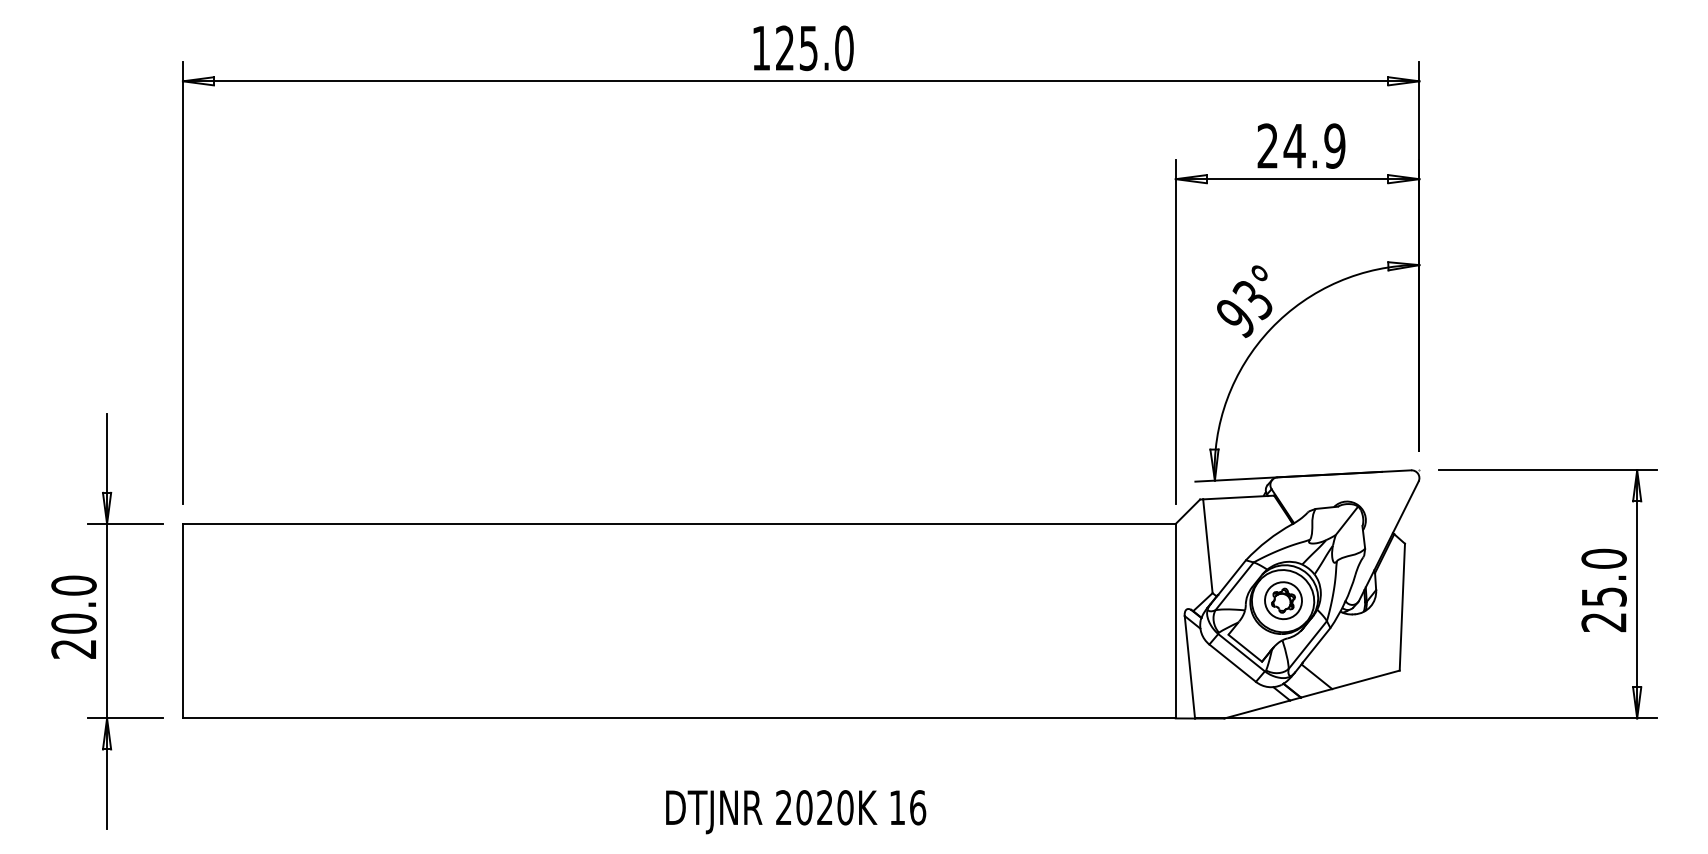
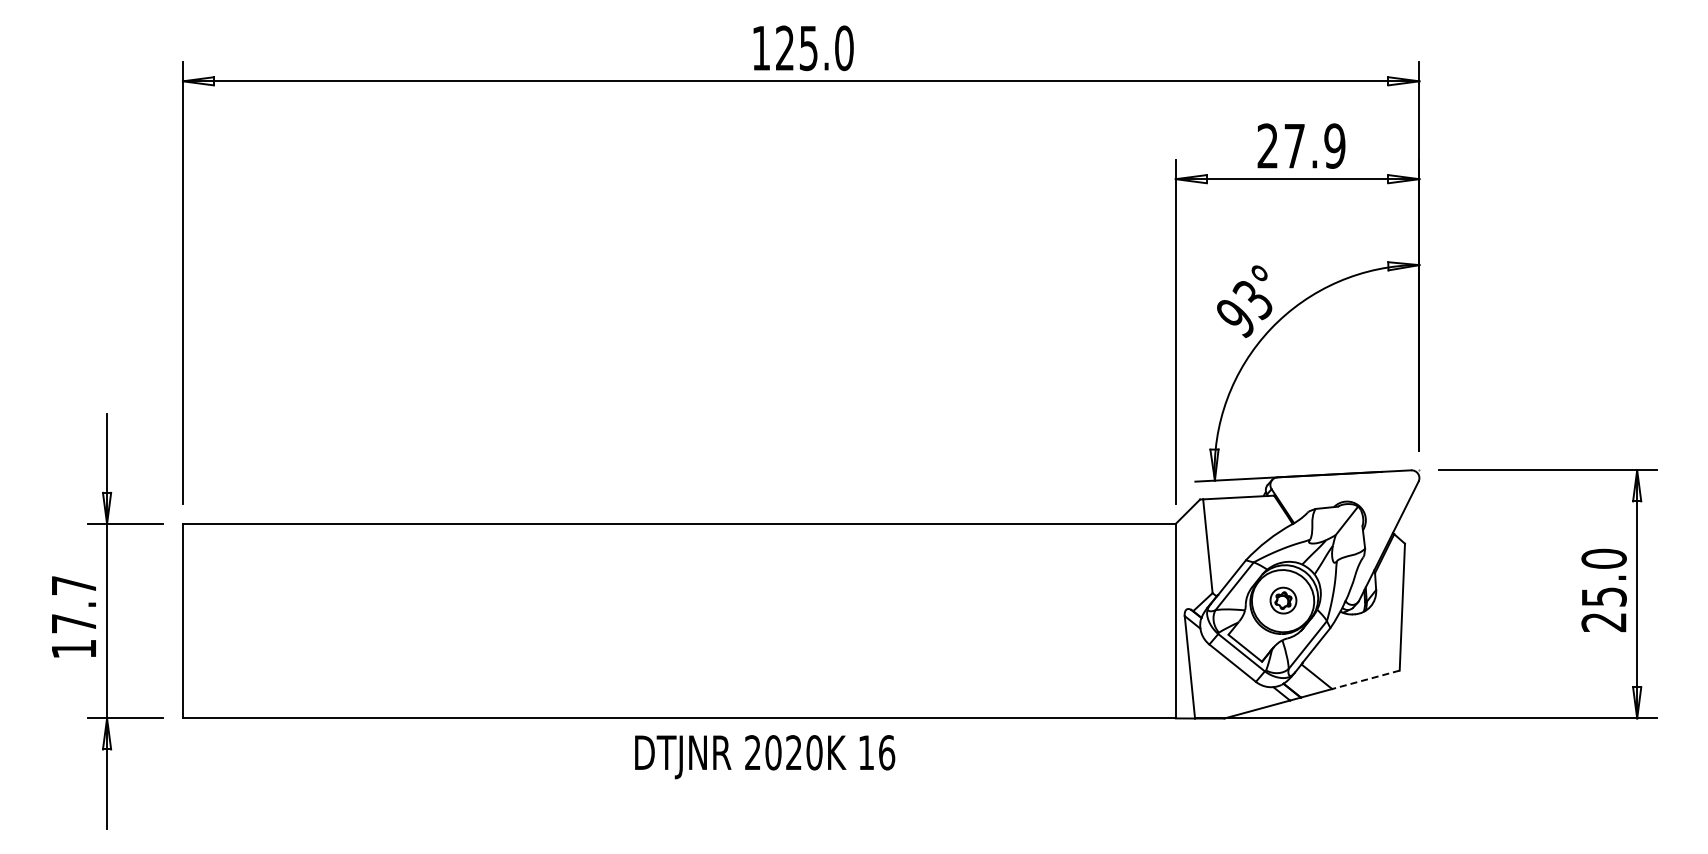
text at (1294, 146): 24.9 -> 27.9
part at (1283, 600) size: 39x39 px -> 29x29 px
text at (73, 616): 20.0 -> 17.7
line at (1365, 679): solid -> dashed
text at (796, 812) position: (796, 812) -> (765, 757)
